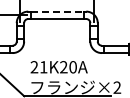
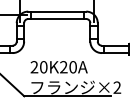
line at (57, 11): dashed -> solid
text at (43, 67): 21K20A -> 20K20A
